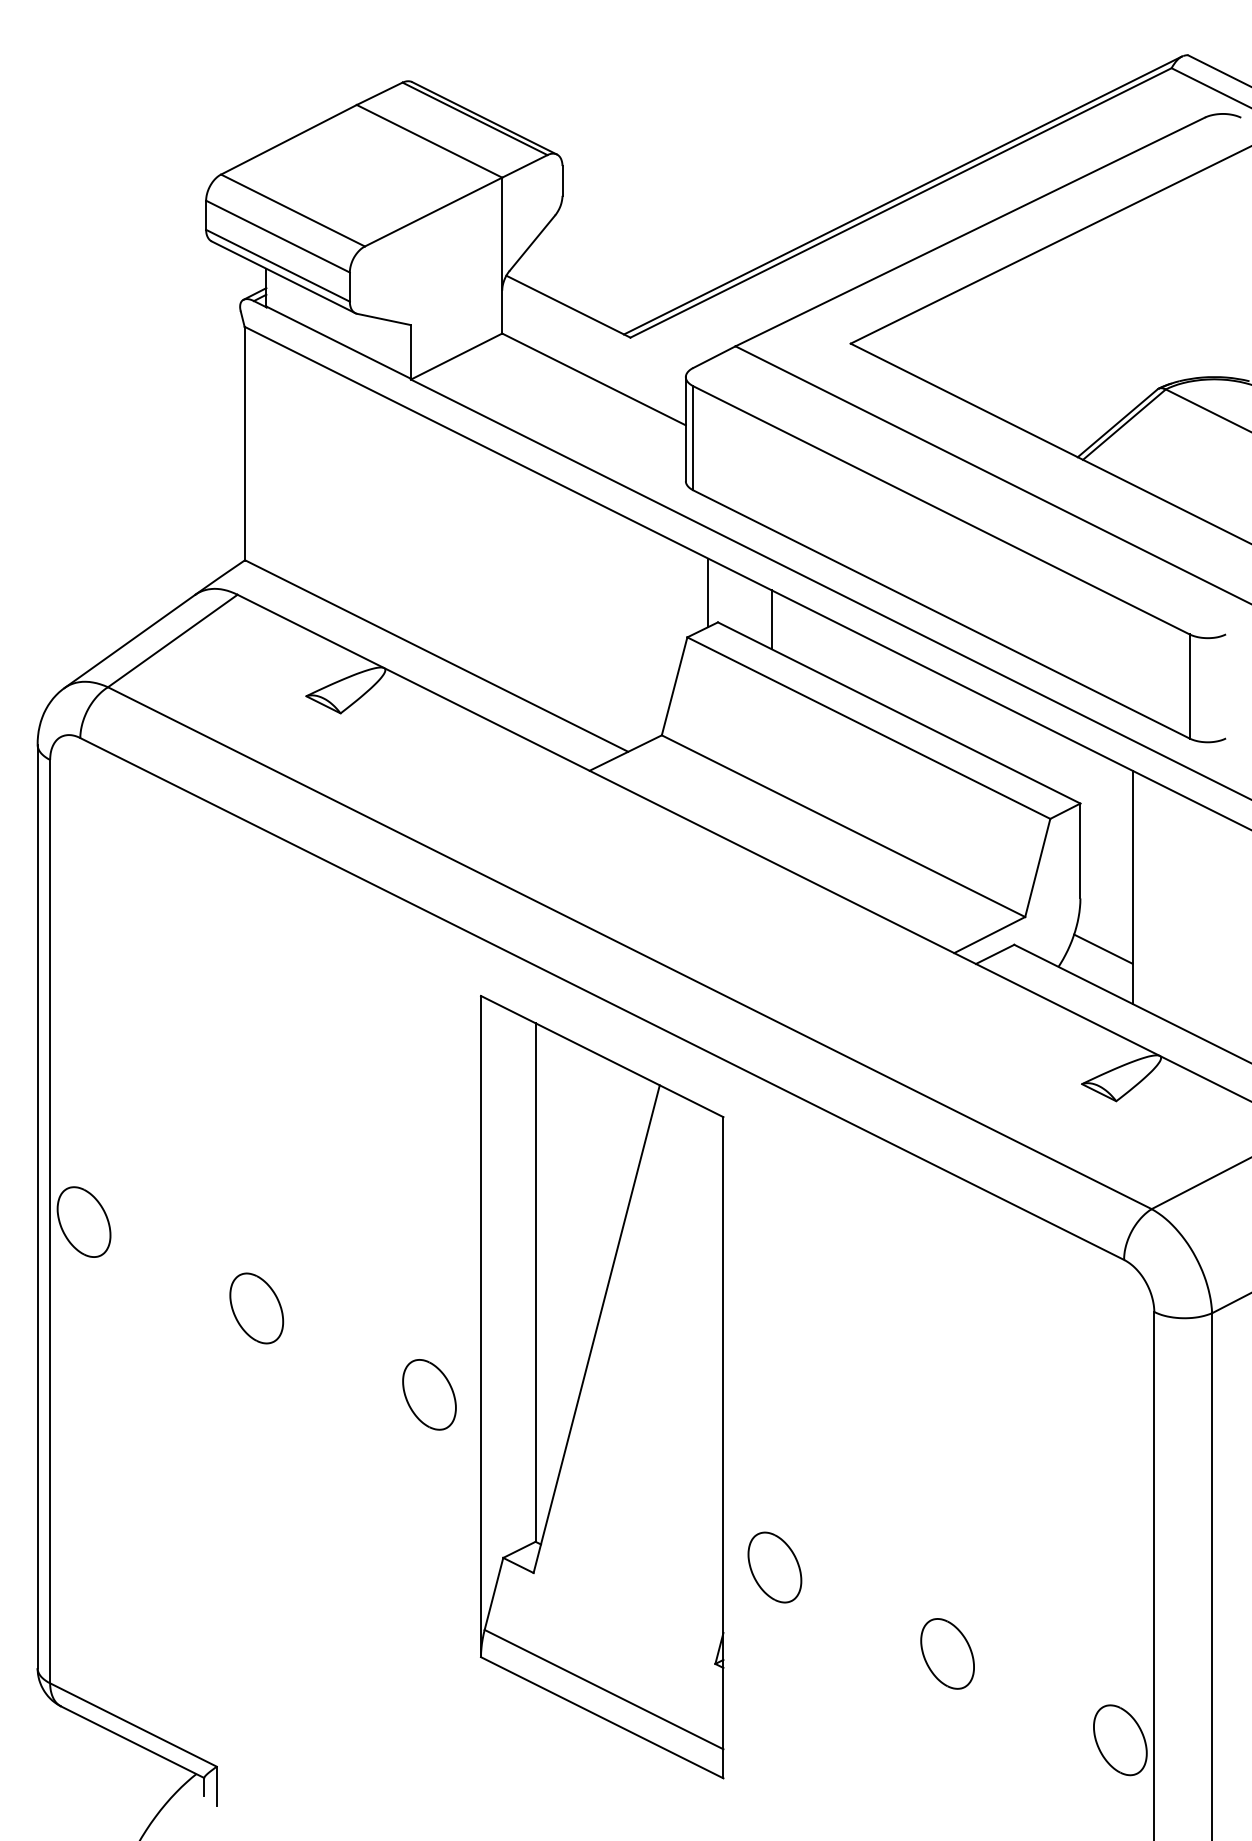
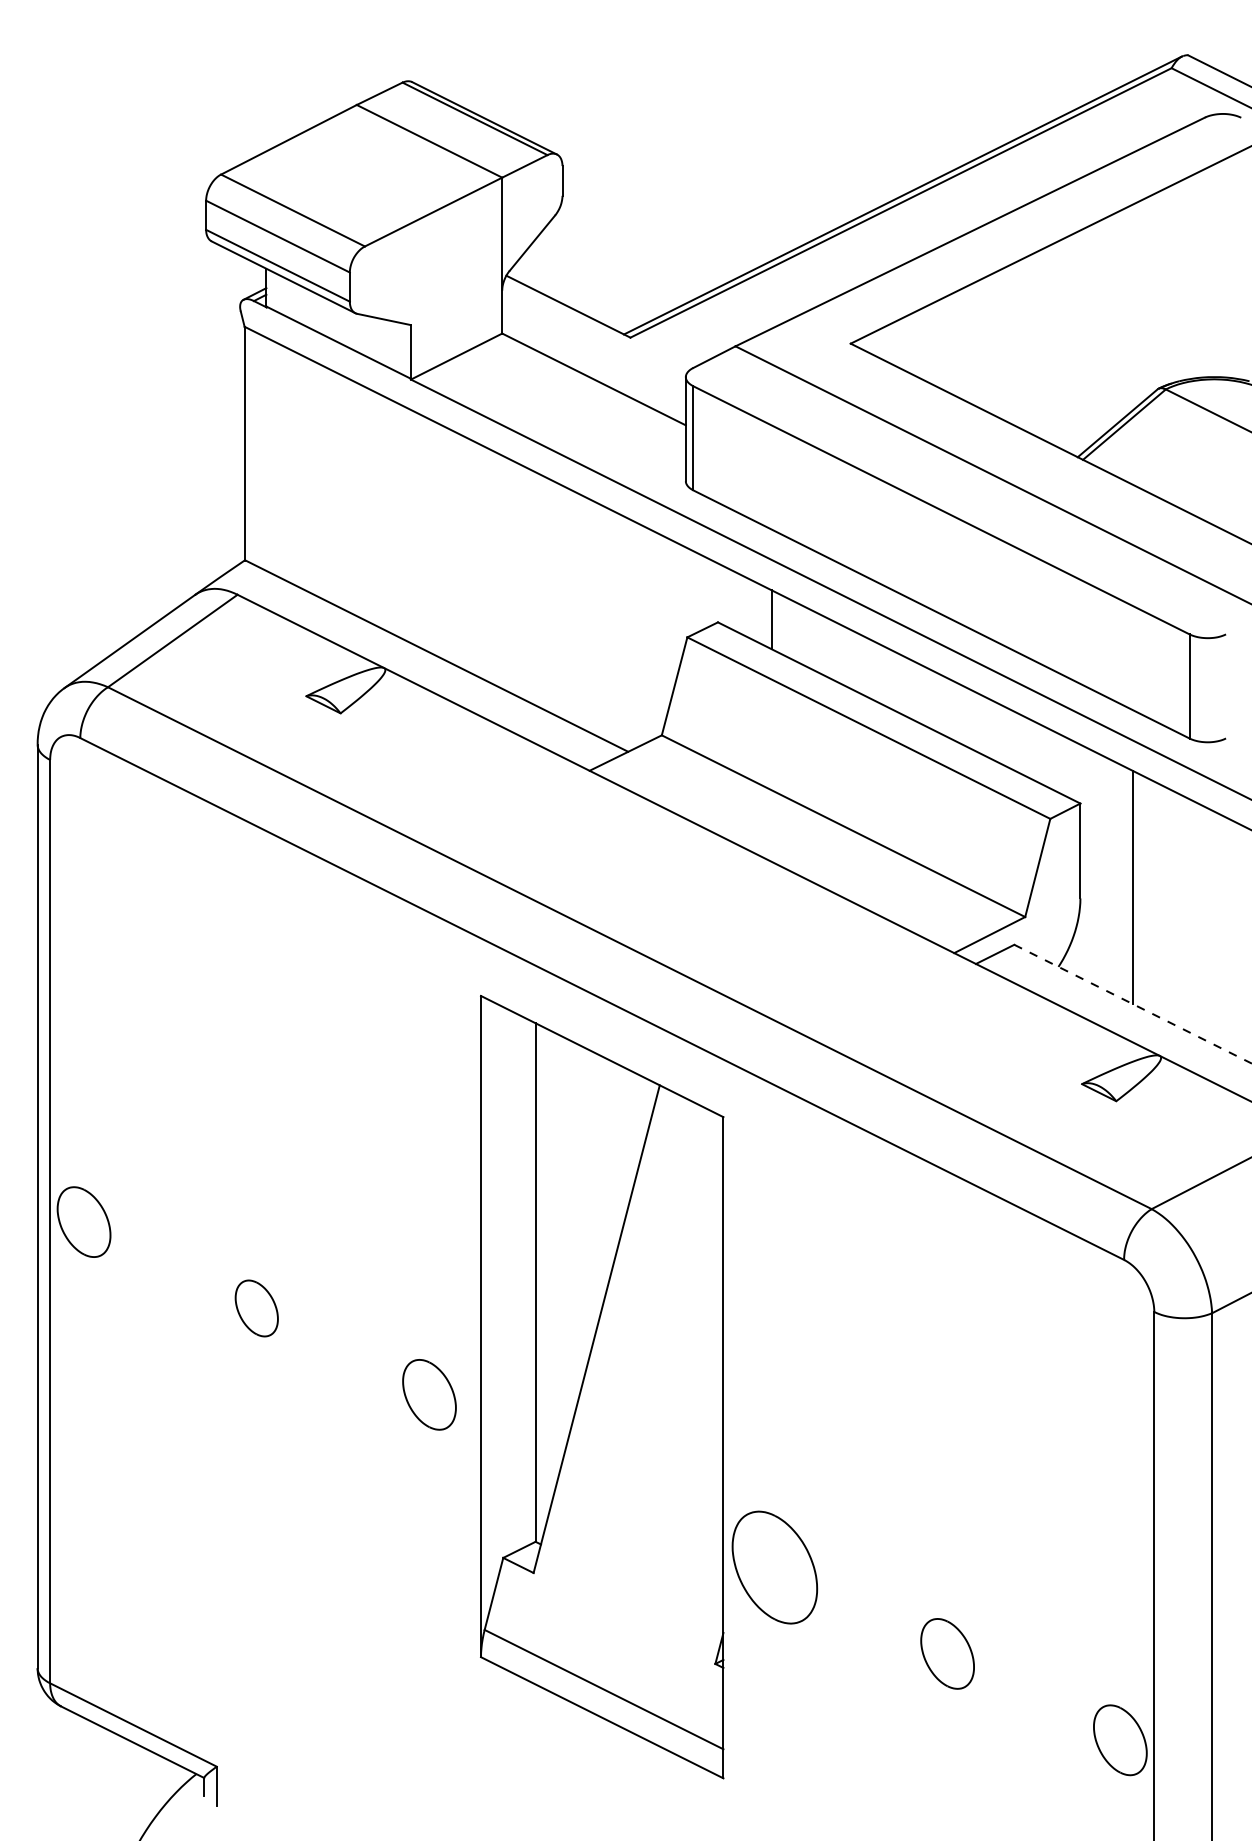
line at (708, 592): present -> none
line at (1103, 948): present -> none
line at (1133, 1004): solid -> dashed
part at (256, 1308) size: 56x73 px -> 45x59 px
part at (774, 1567) size: 56x73 px -> 88x115 px
